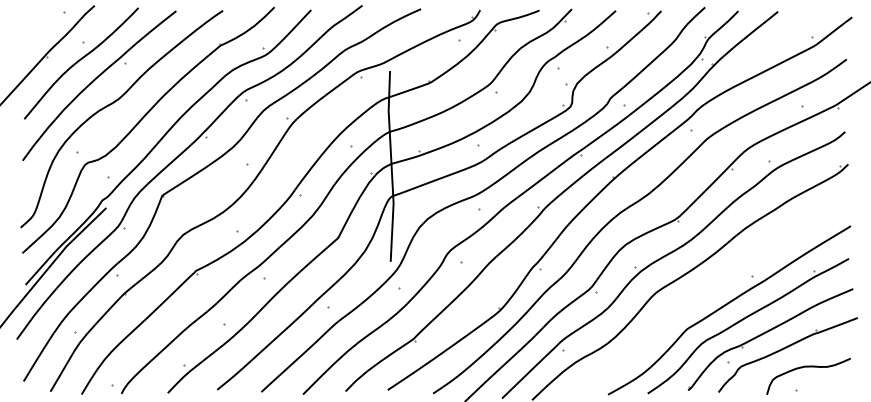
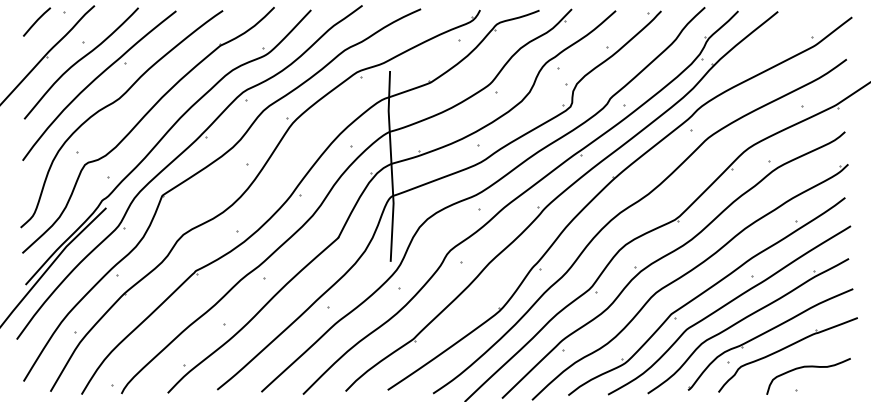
line at (37, 21): none -> present
part at (706, 296): none -> present
